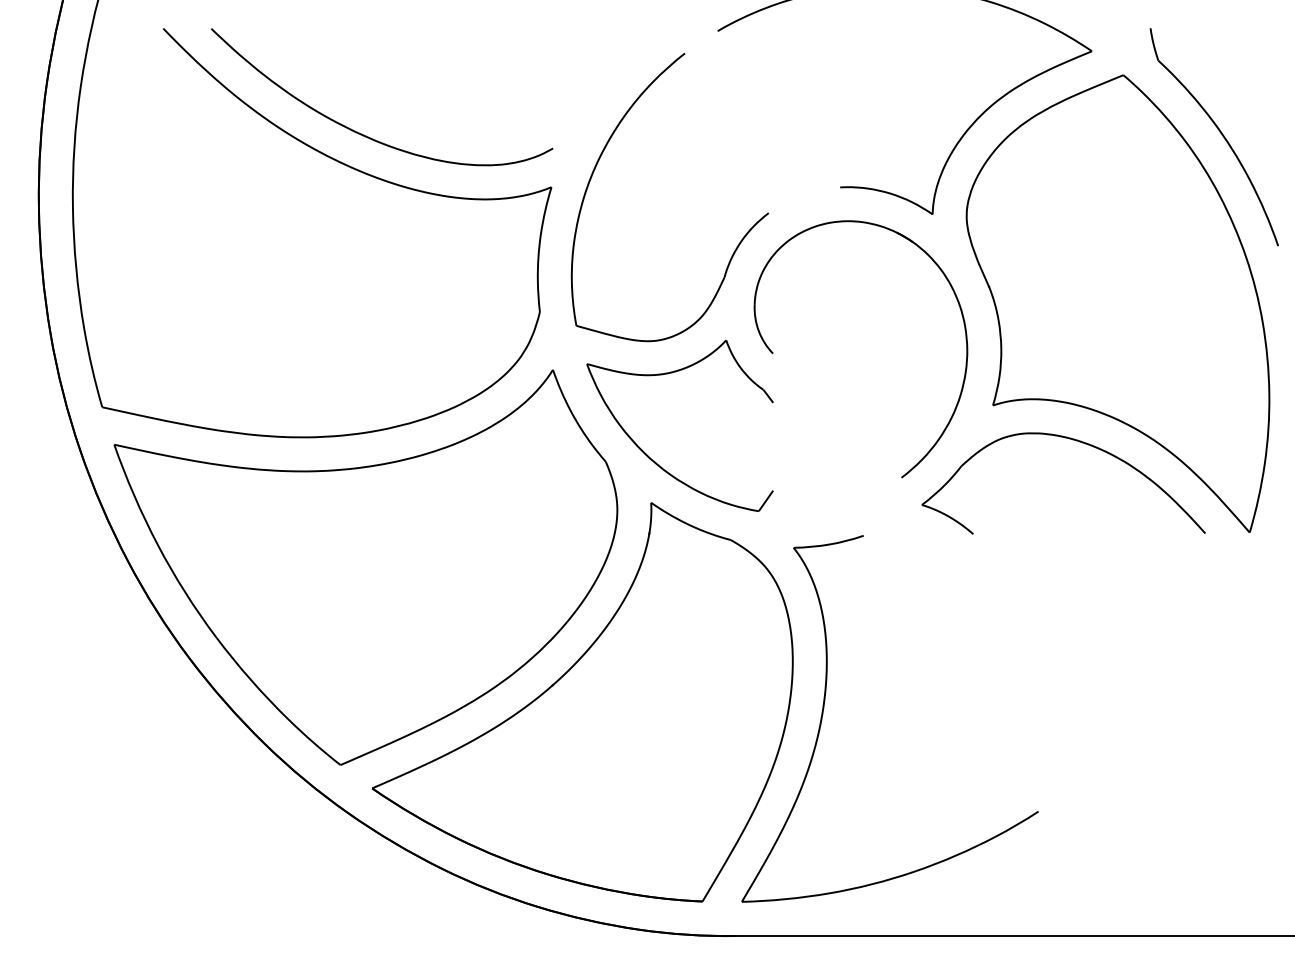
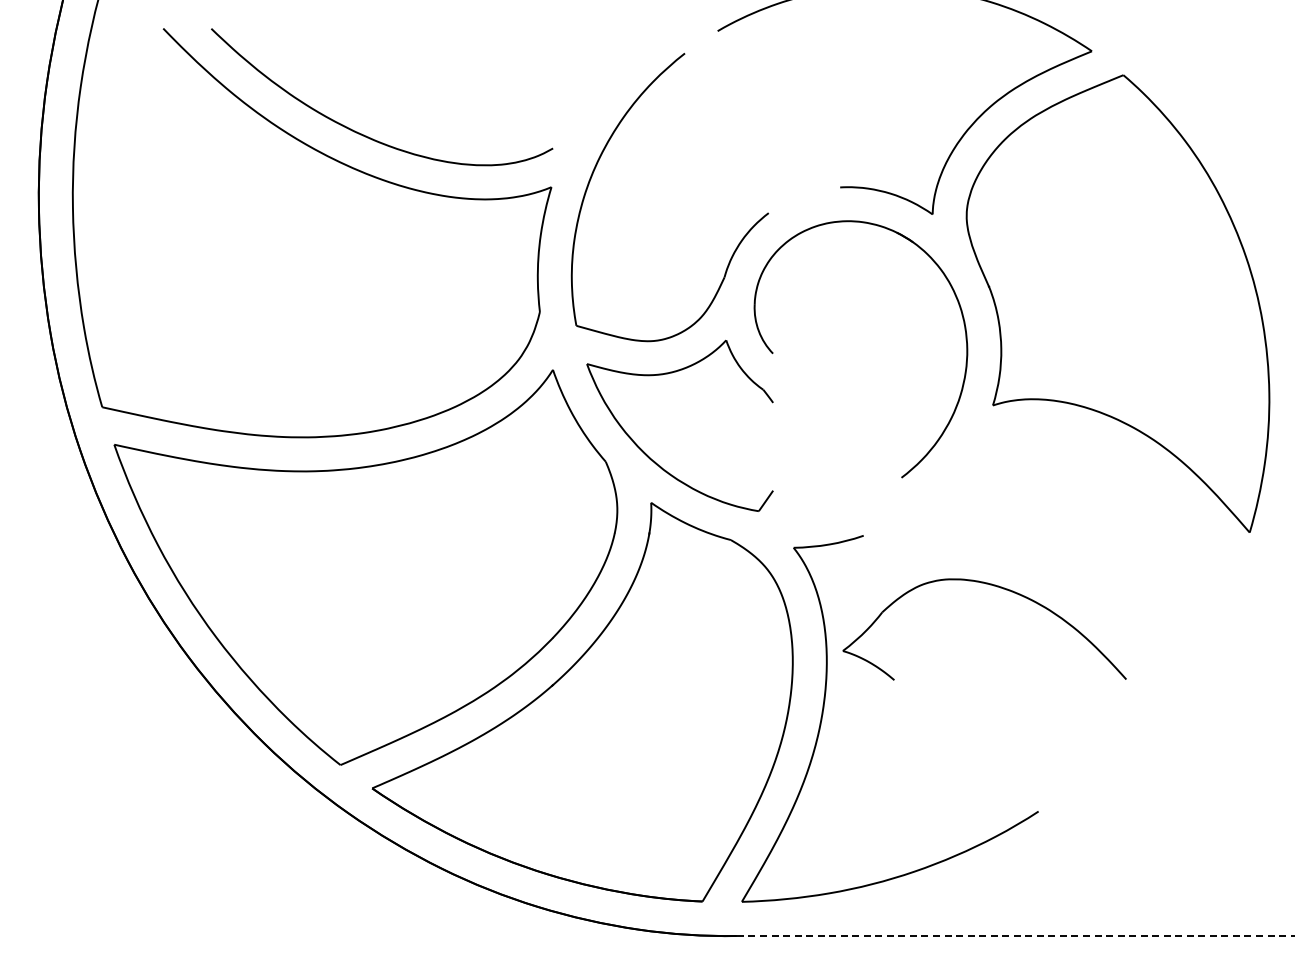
part at (1219, 132): present -> none
part at (1072, 440) position: (1072, 440) -> (993, 586)
line at (1015, 936): solid -> dashed
